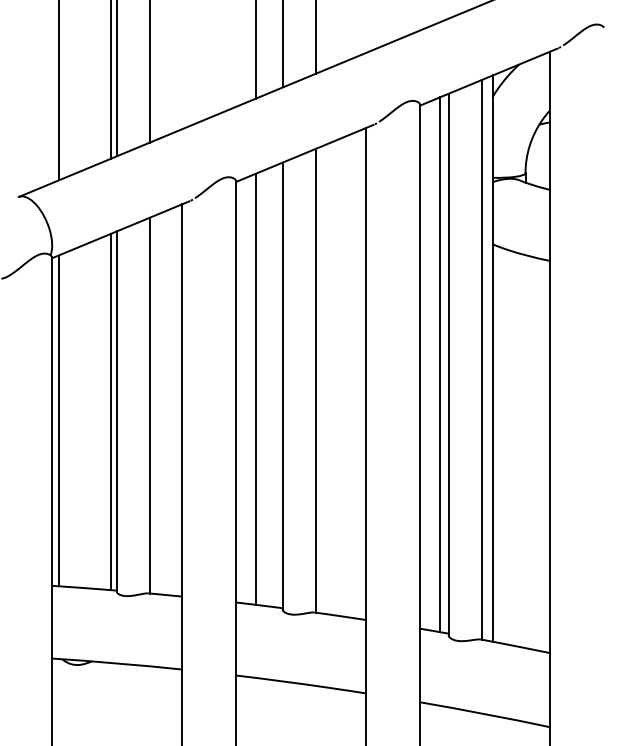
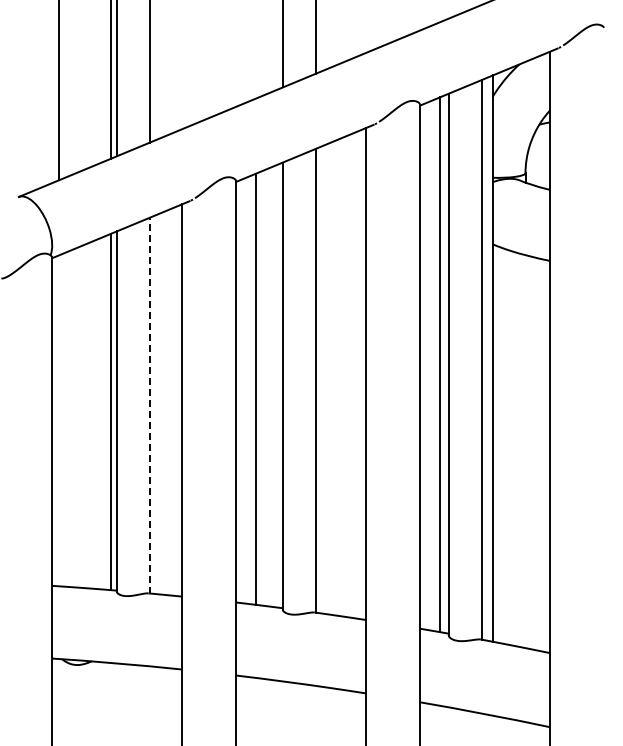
line at (256, 50): present -> none
line at (149, 405): solid -> dashed
line at (58, 420): present -> none
